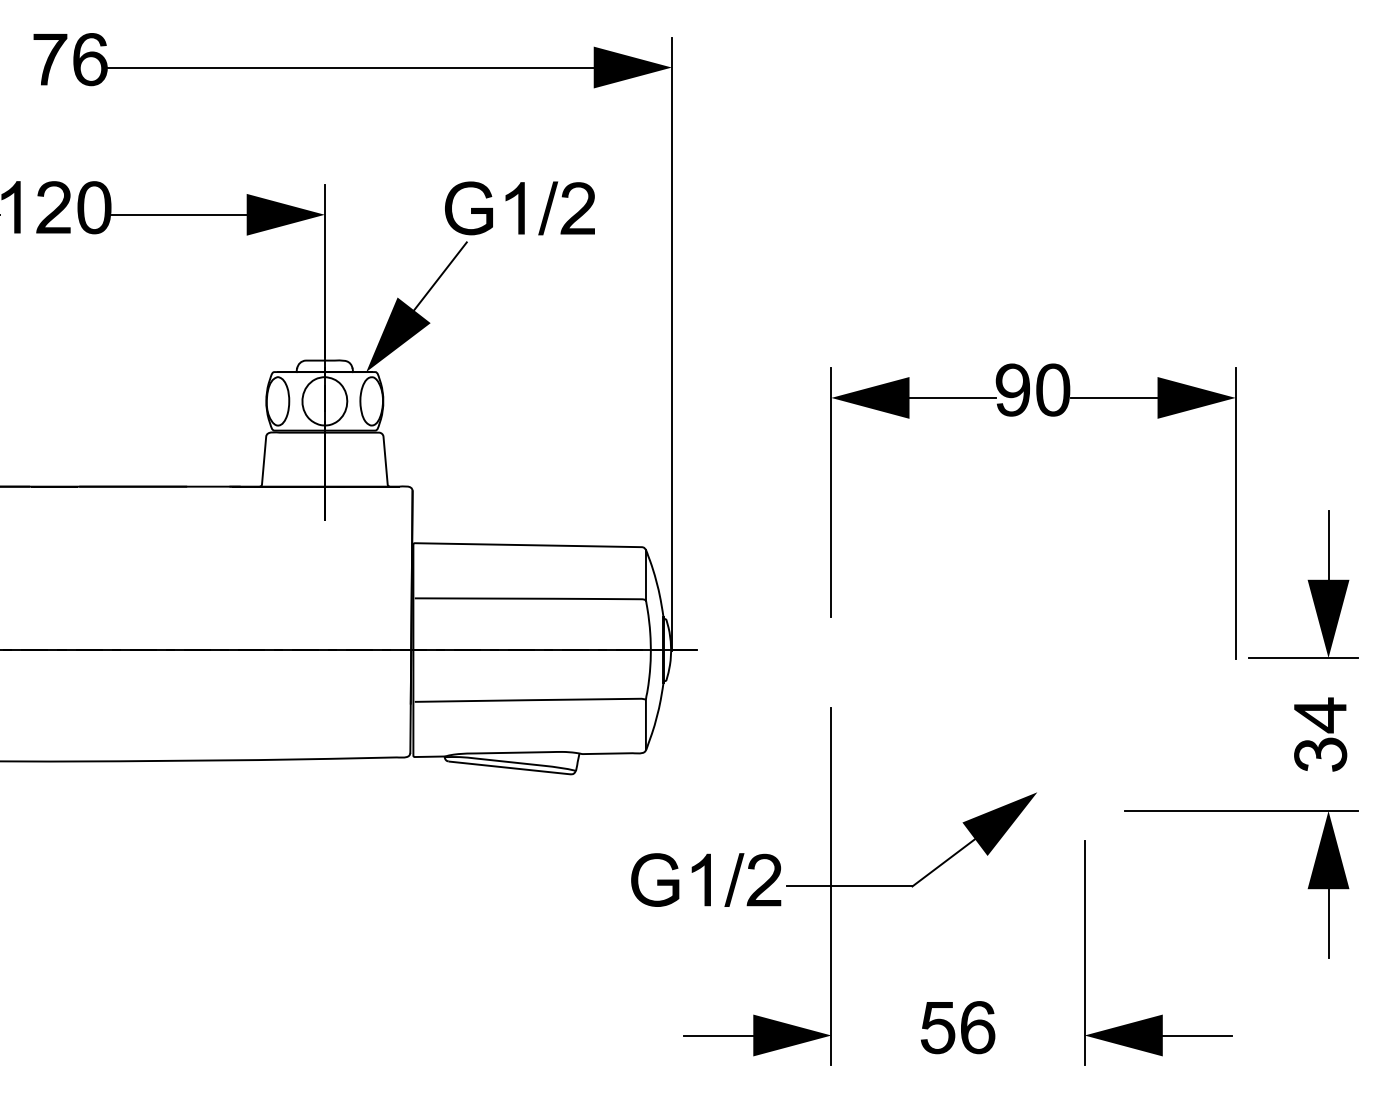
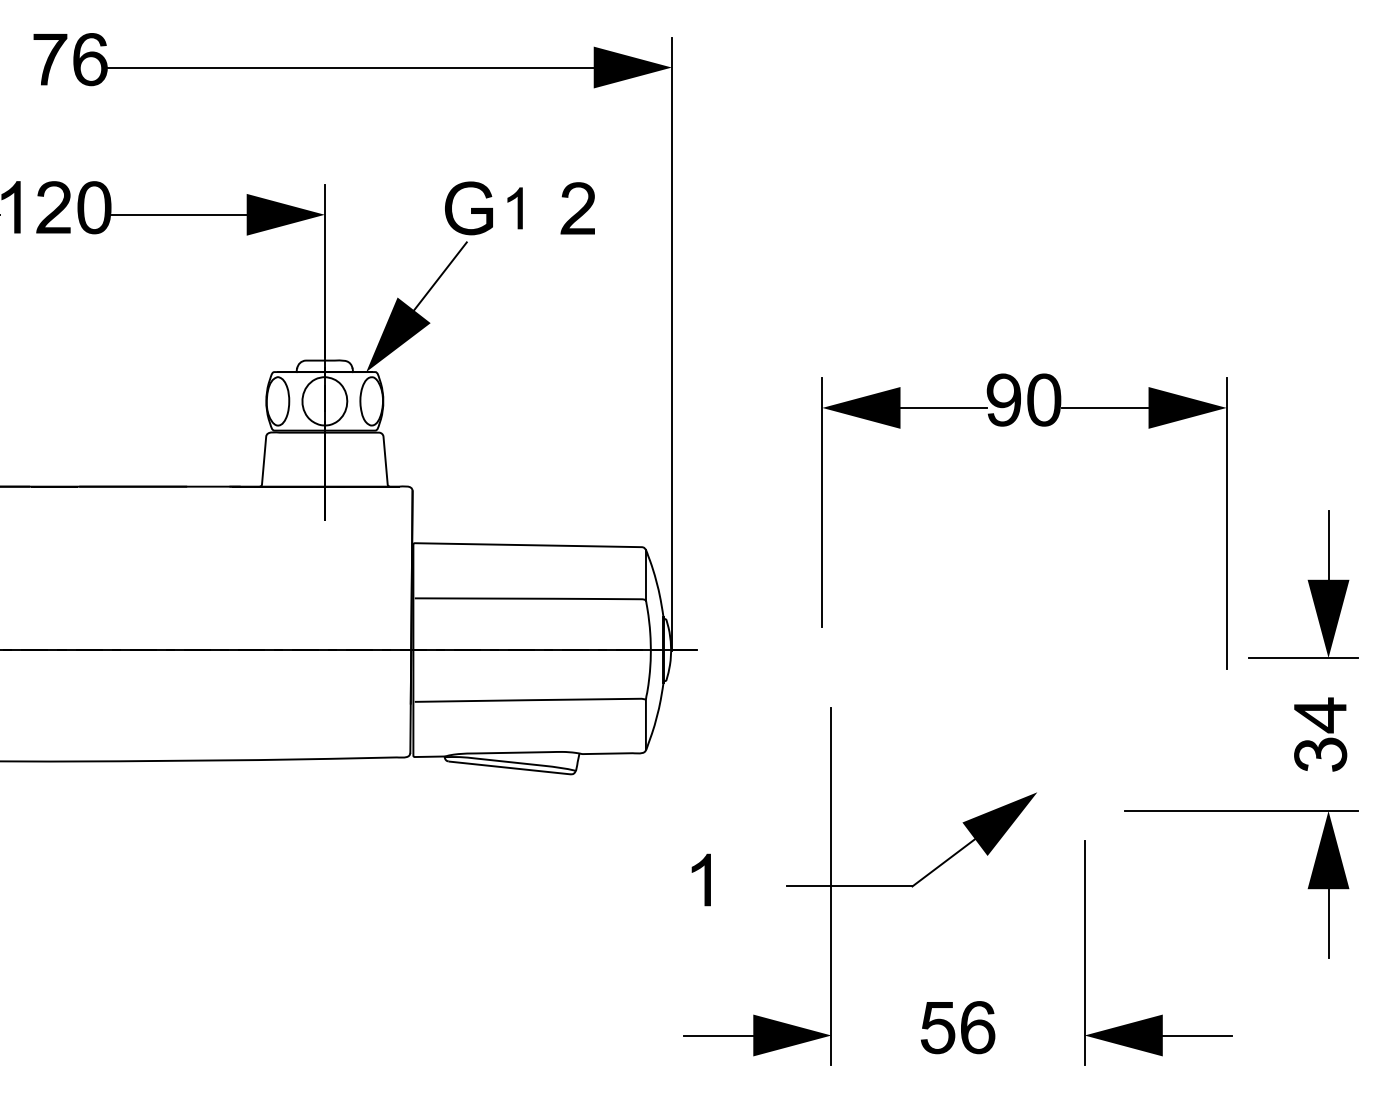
part at (514, 208) size: 20x53 px -> 16x43 px
fill at (548, 208): present -> none
part at (1049, 416) position: (1049, 416) -> (1040, 426)
part at (752, 869): present -> none
fill at (655, 880): present -> none
